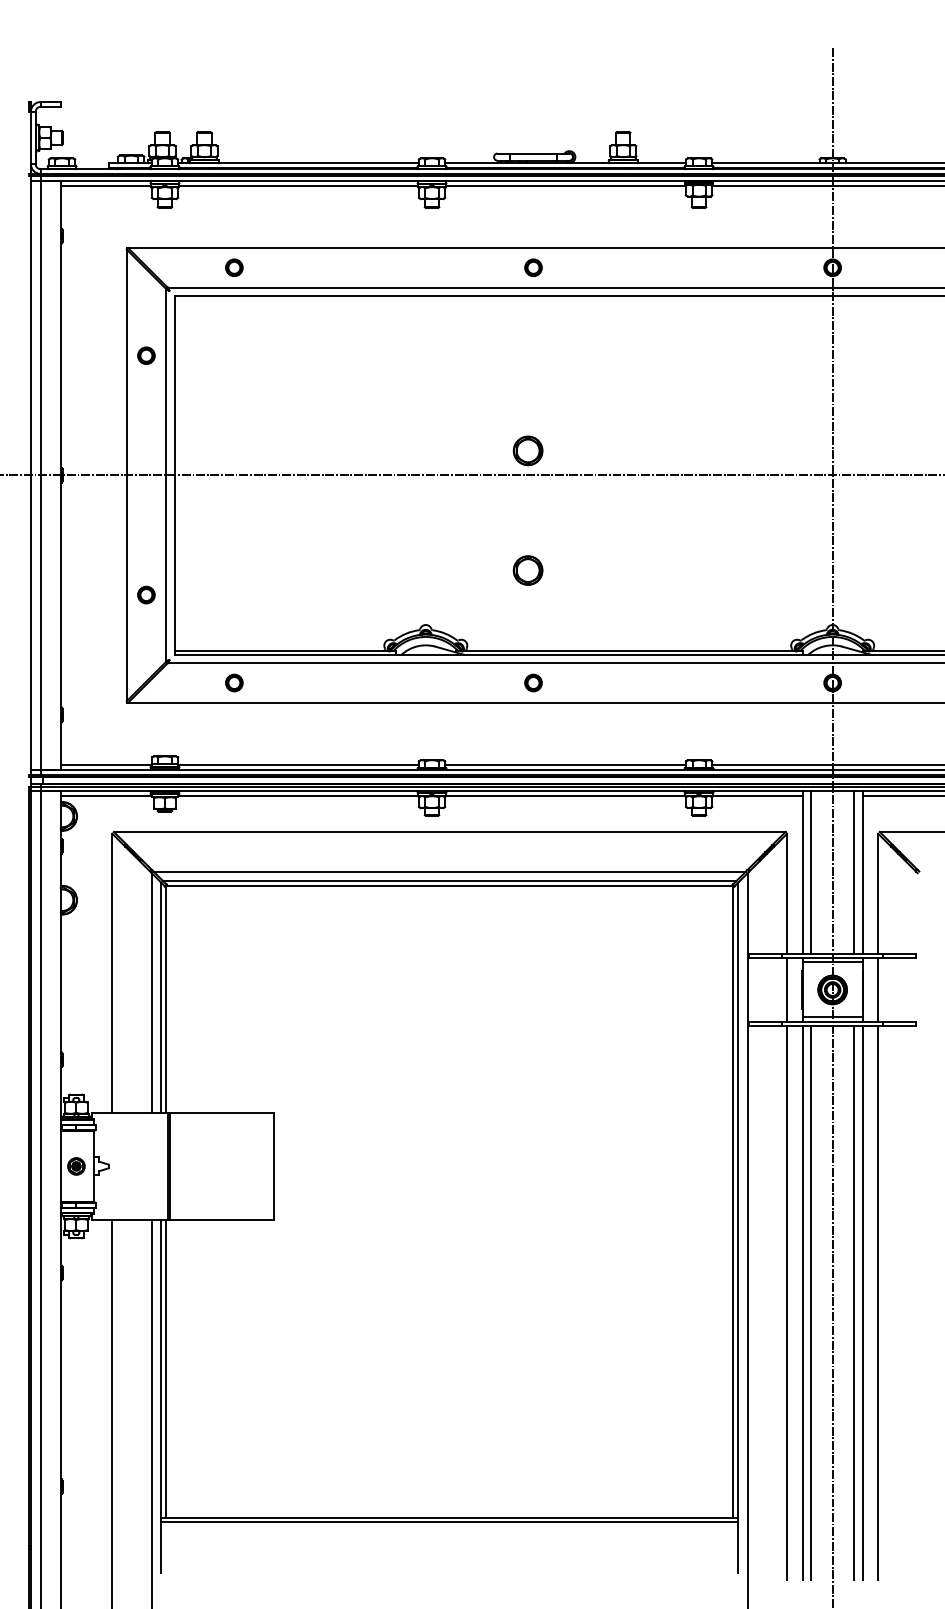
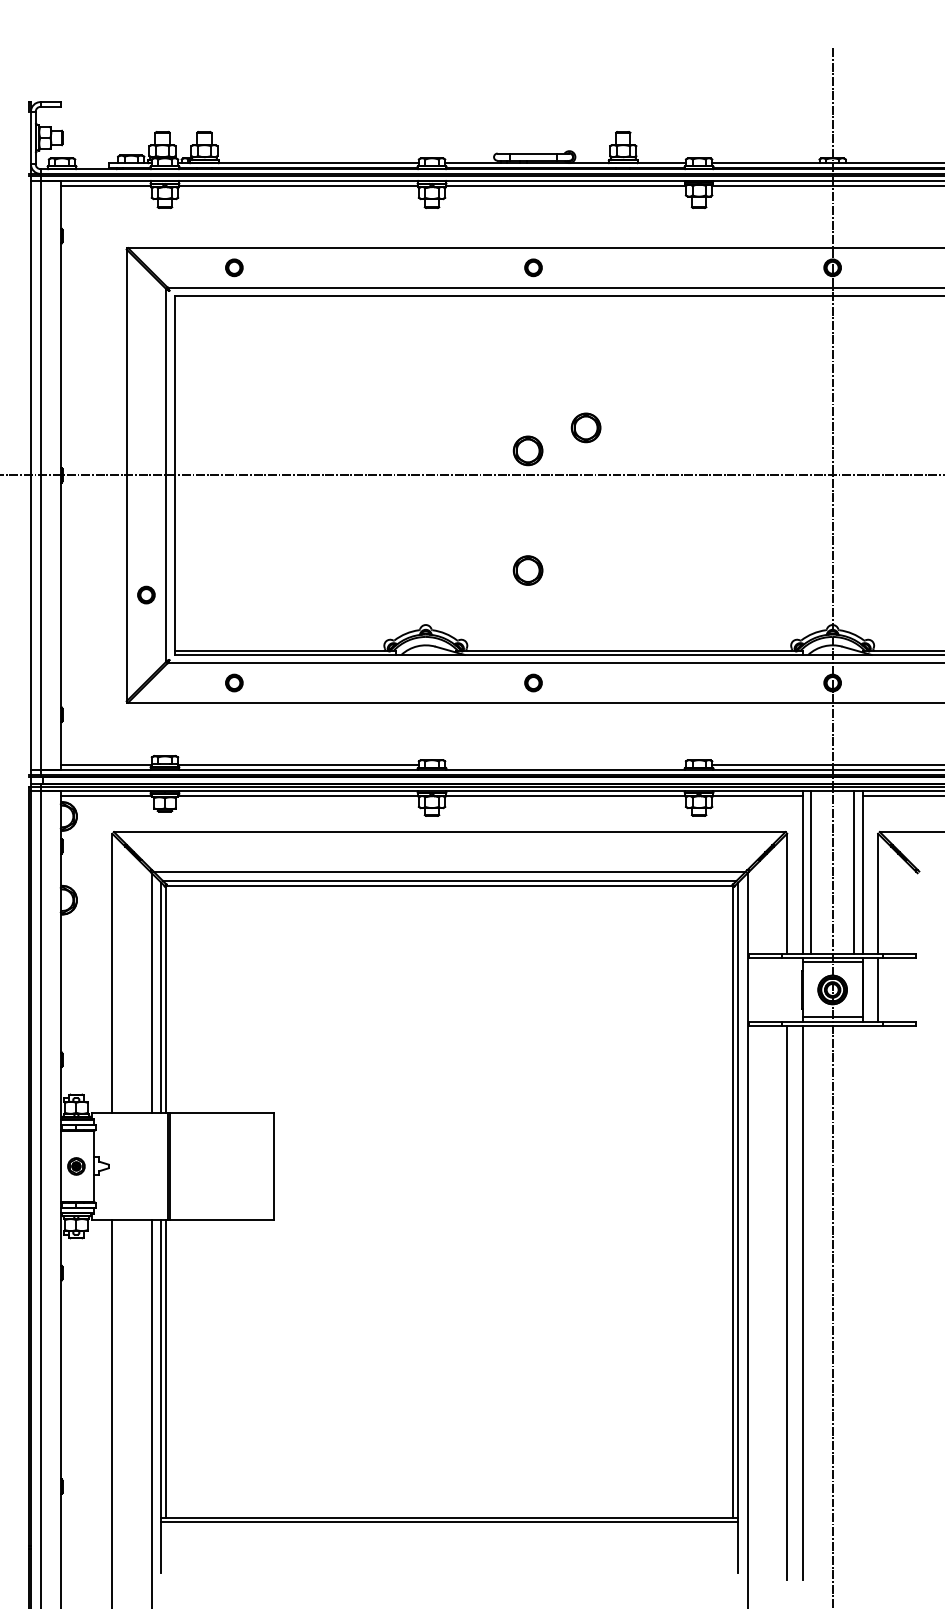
part at (146, 355): present -> none
part at (585, 427): none -> present
line at (565, 765): present -> none
line at (787, 989): present -> none
line at (811, 1302): present -> none
line at (854, 1302): present -> none
line at (862, 1302): present -> none
line at (878, 1302): present -> none
